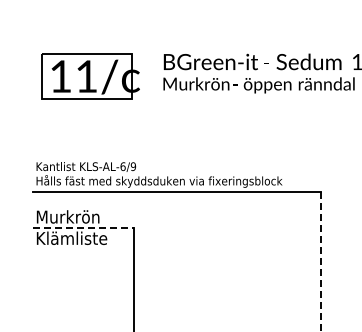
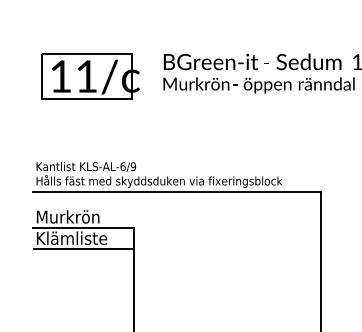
line at (83, 227): dashed -> solid
line at (83, 248): none -> present
line at (321, 261): dashed -> solid
